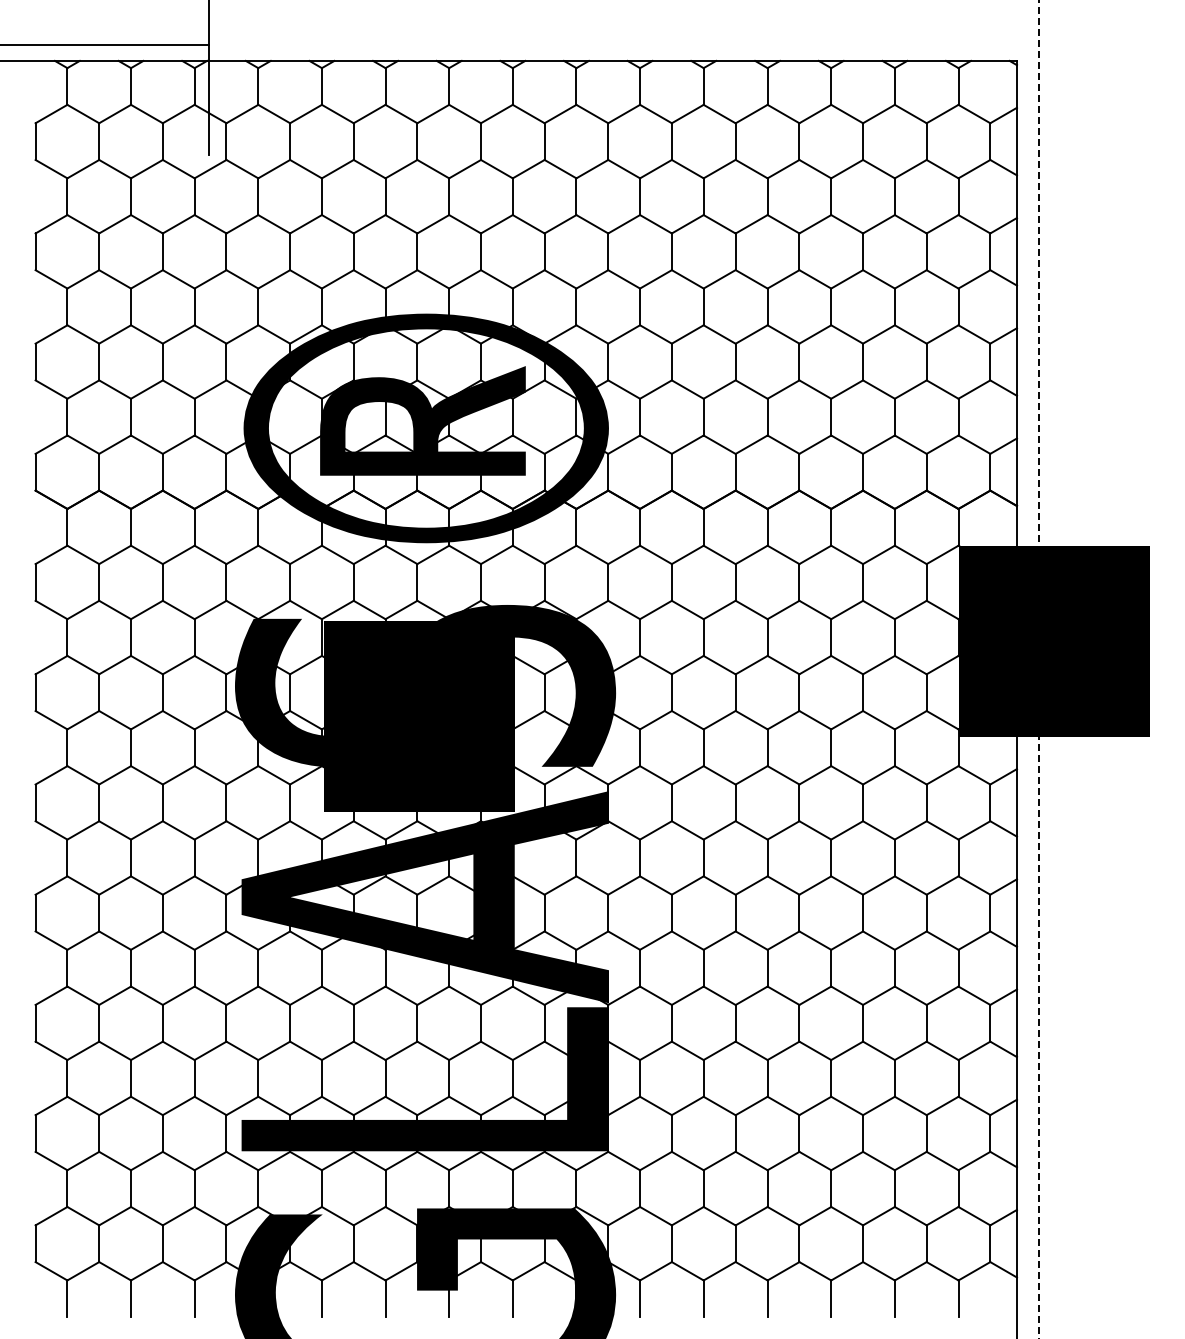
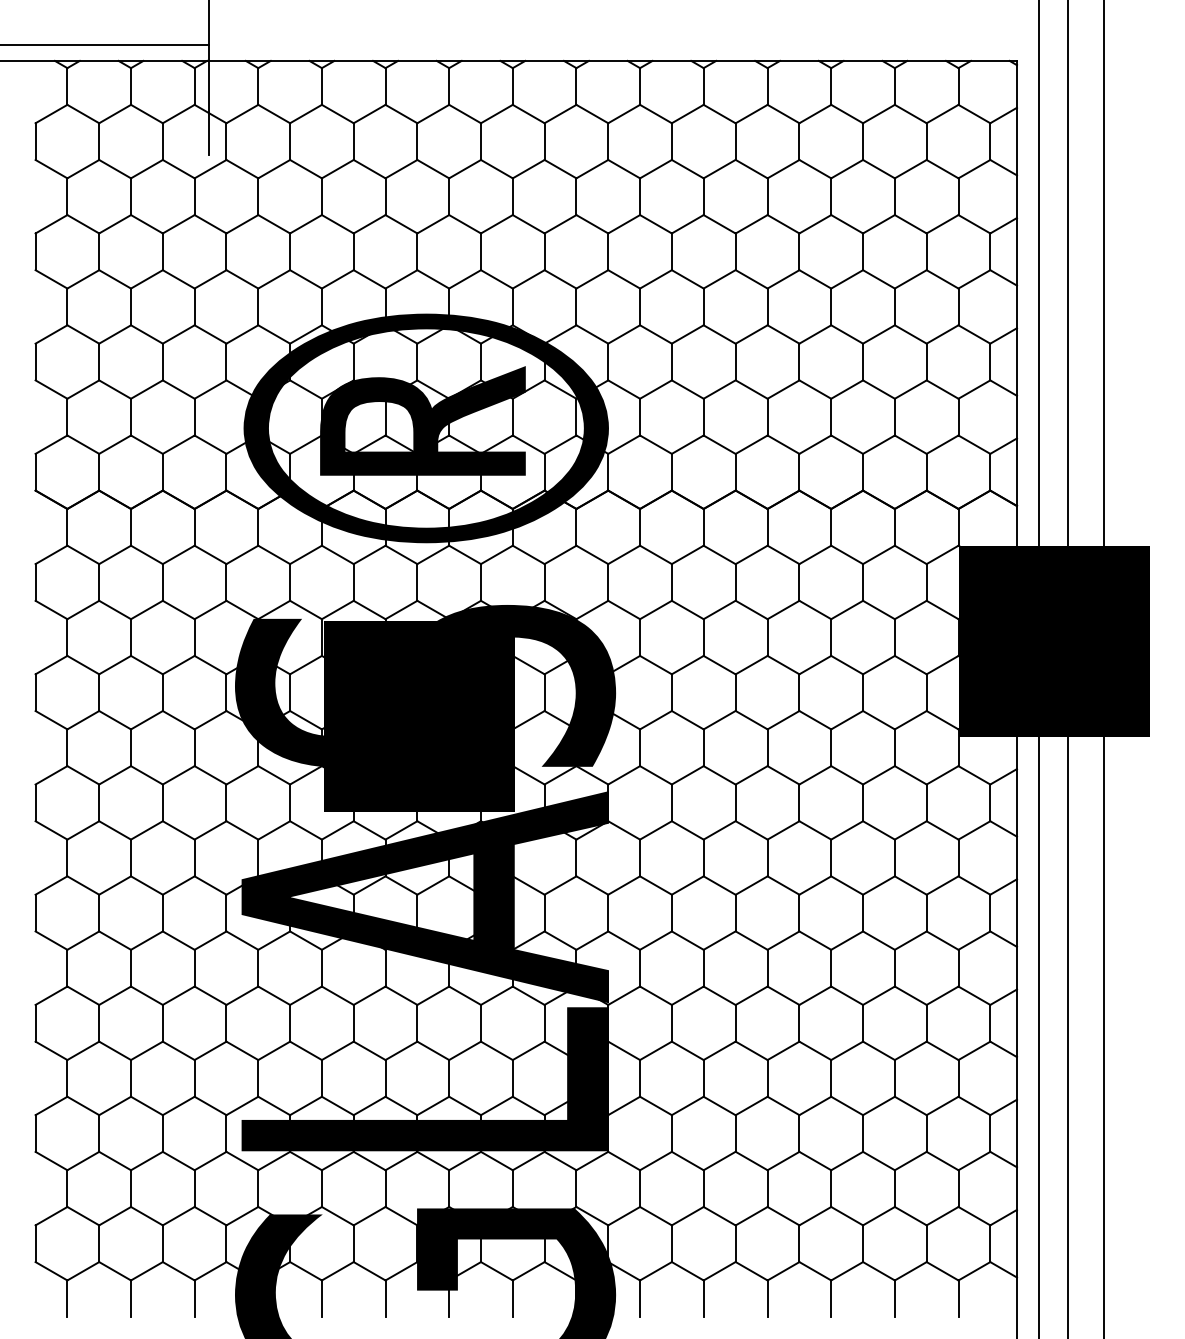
line at (1068, 668): none -> present
line at (1103, 668): none -> present
line at (1039, 669): dashed -> solid
